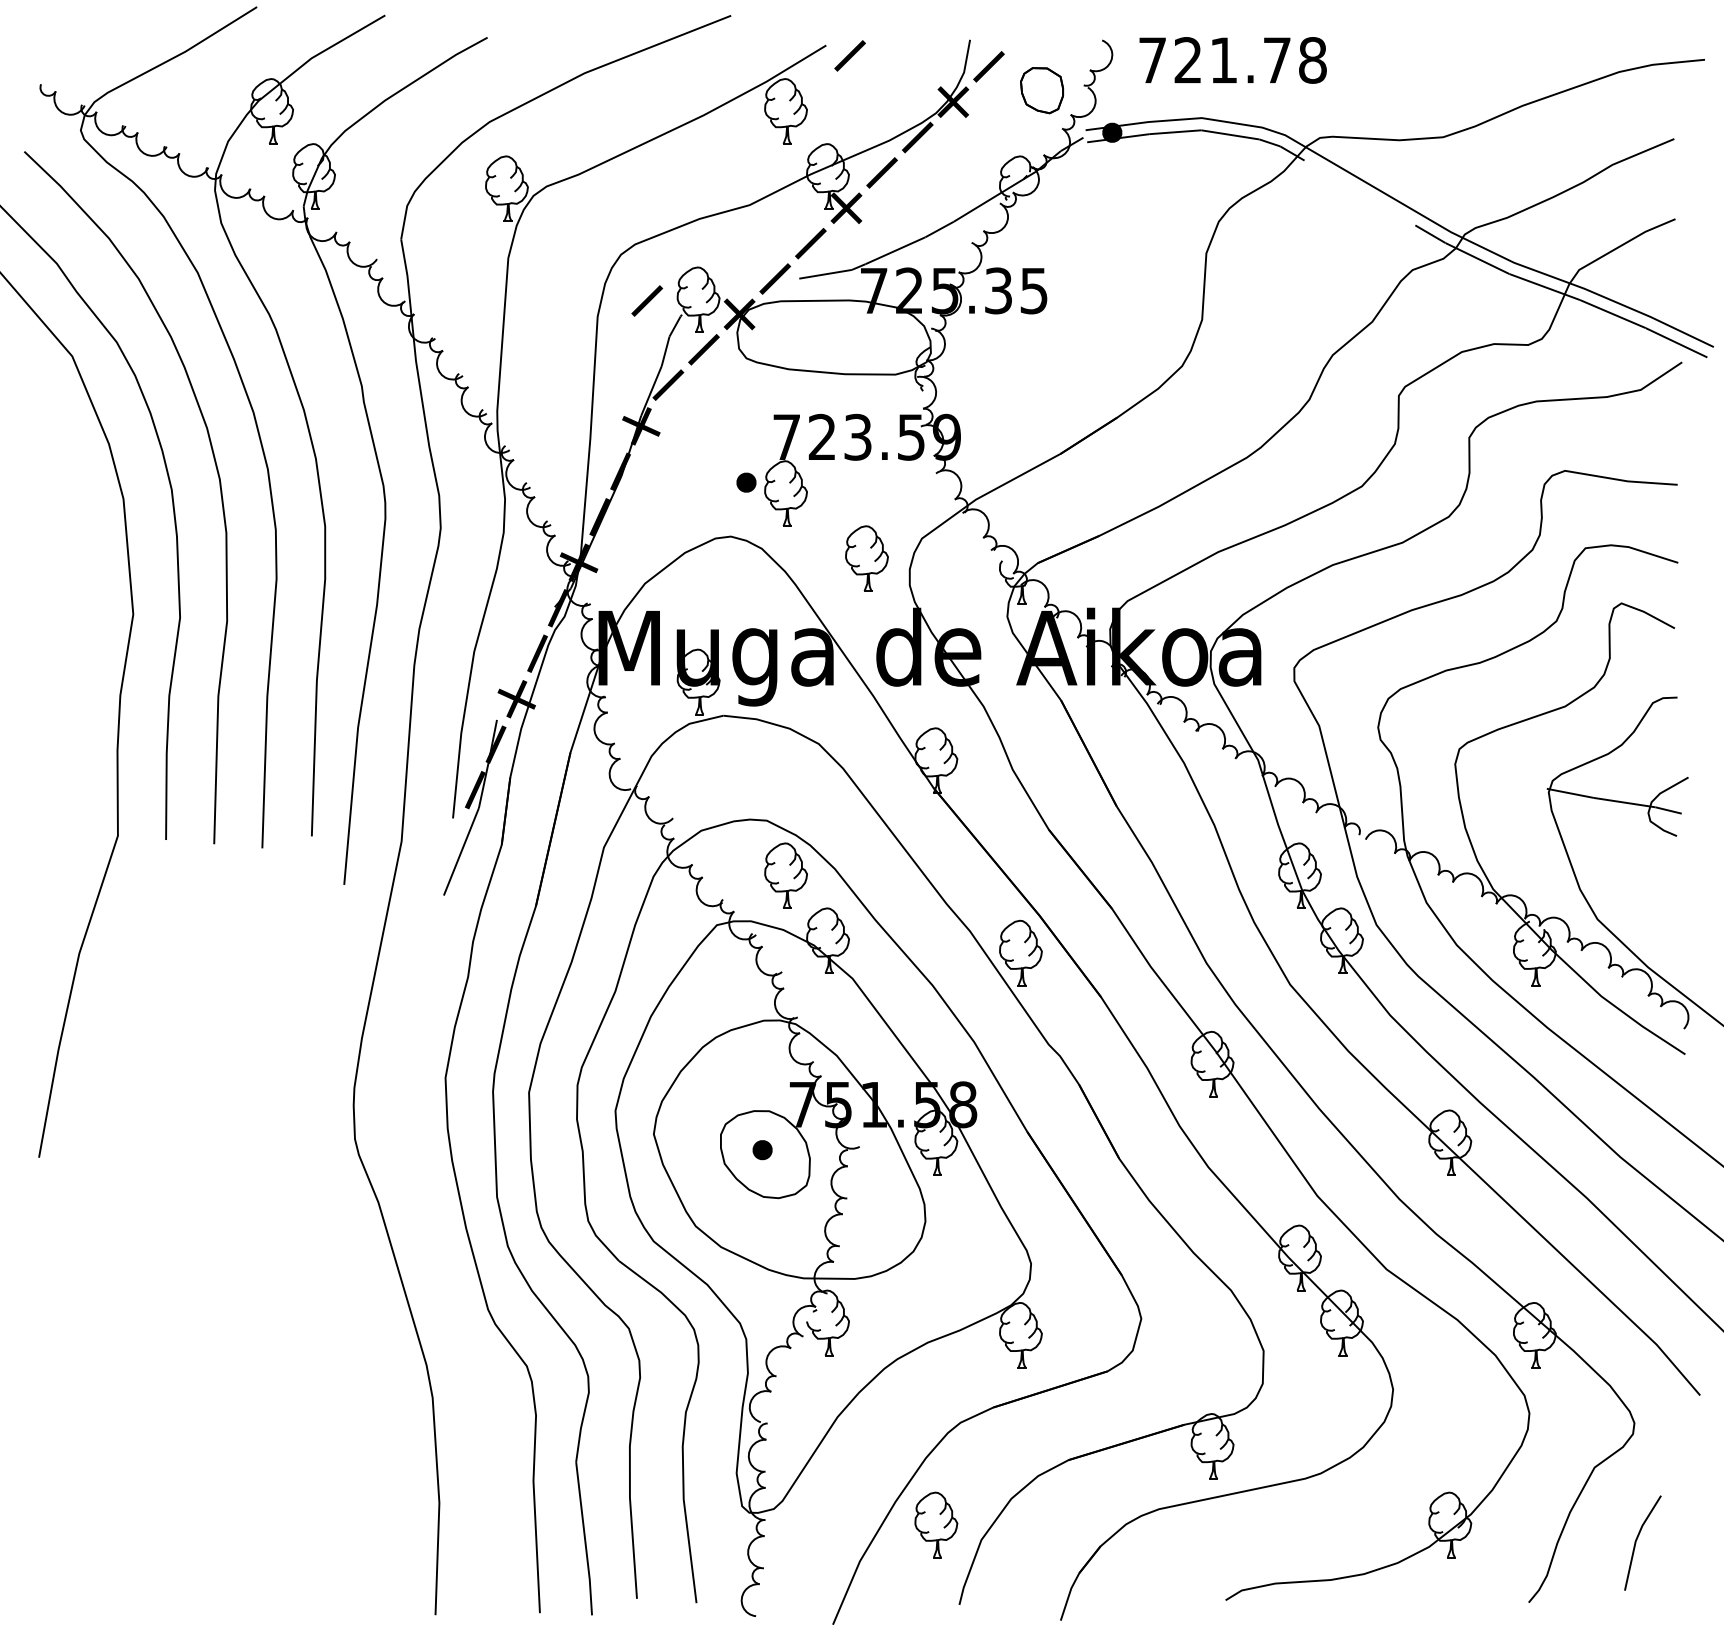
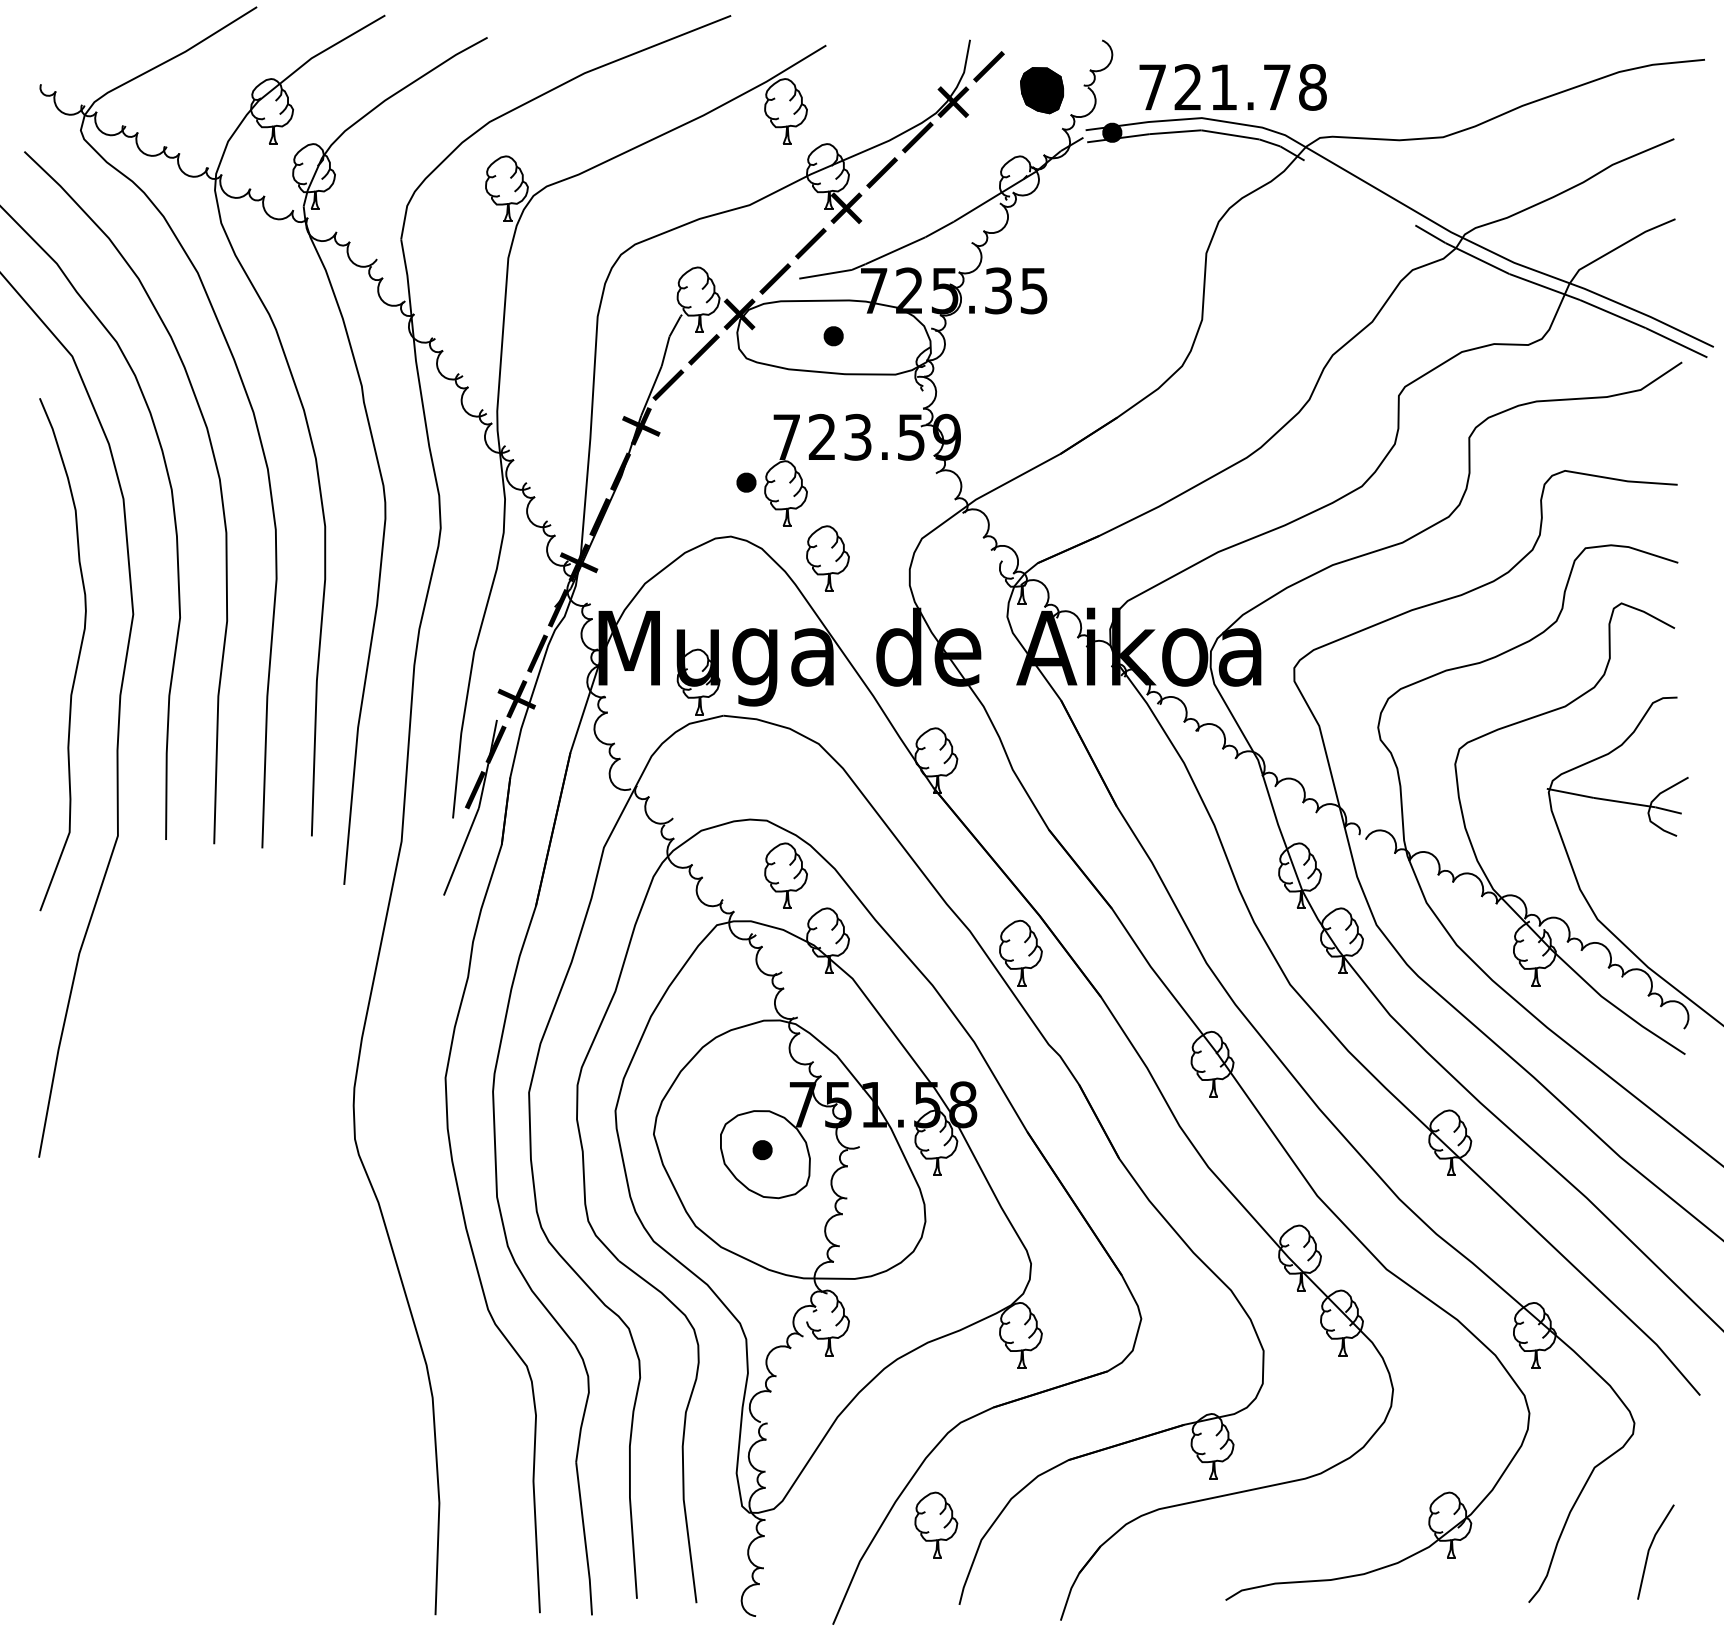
part at (849, 55): present -> none
text at (1232, 60) position: (1232, 60) -> (1232, 87)
fill at (1041, 90): none -> present
part at (646, 300): present -> none
part at (833, 336): none -> present
part at (866, 558) position: (866, 558) -> (827, 558)
curve at (77, 658): none -> present
line at (1637, 1540) position: (1637, 1540) -> (1650, 1549)
